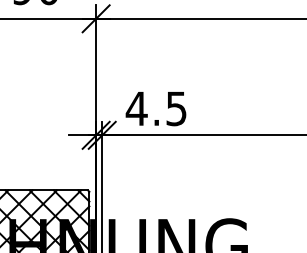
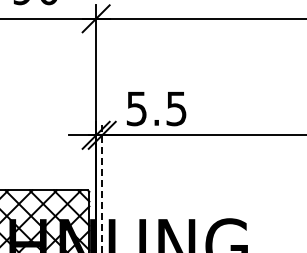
text at (136, 108): 4.5 -> 5.5
line at (102, 186): solid -> dashed
